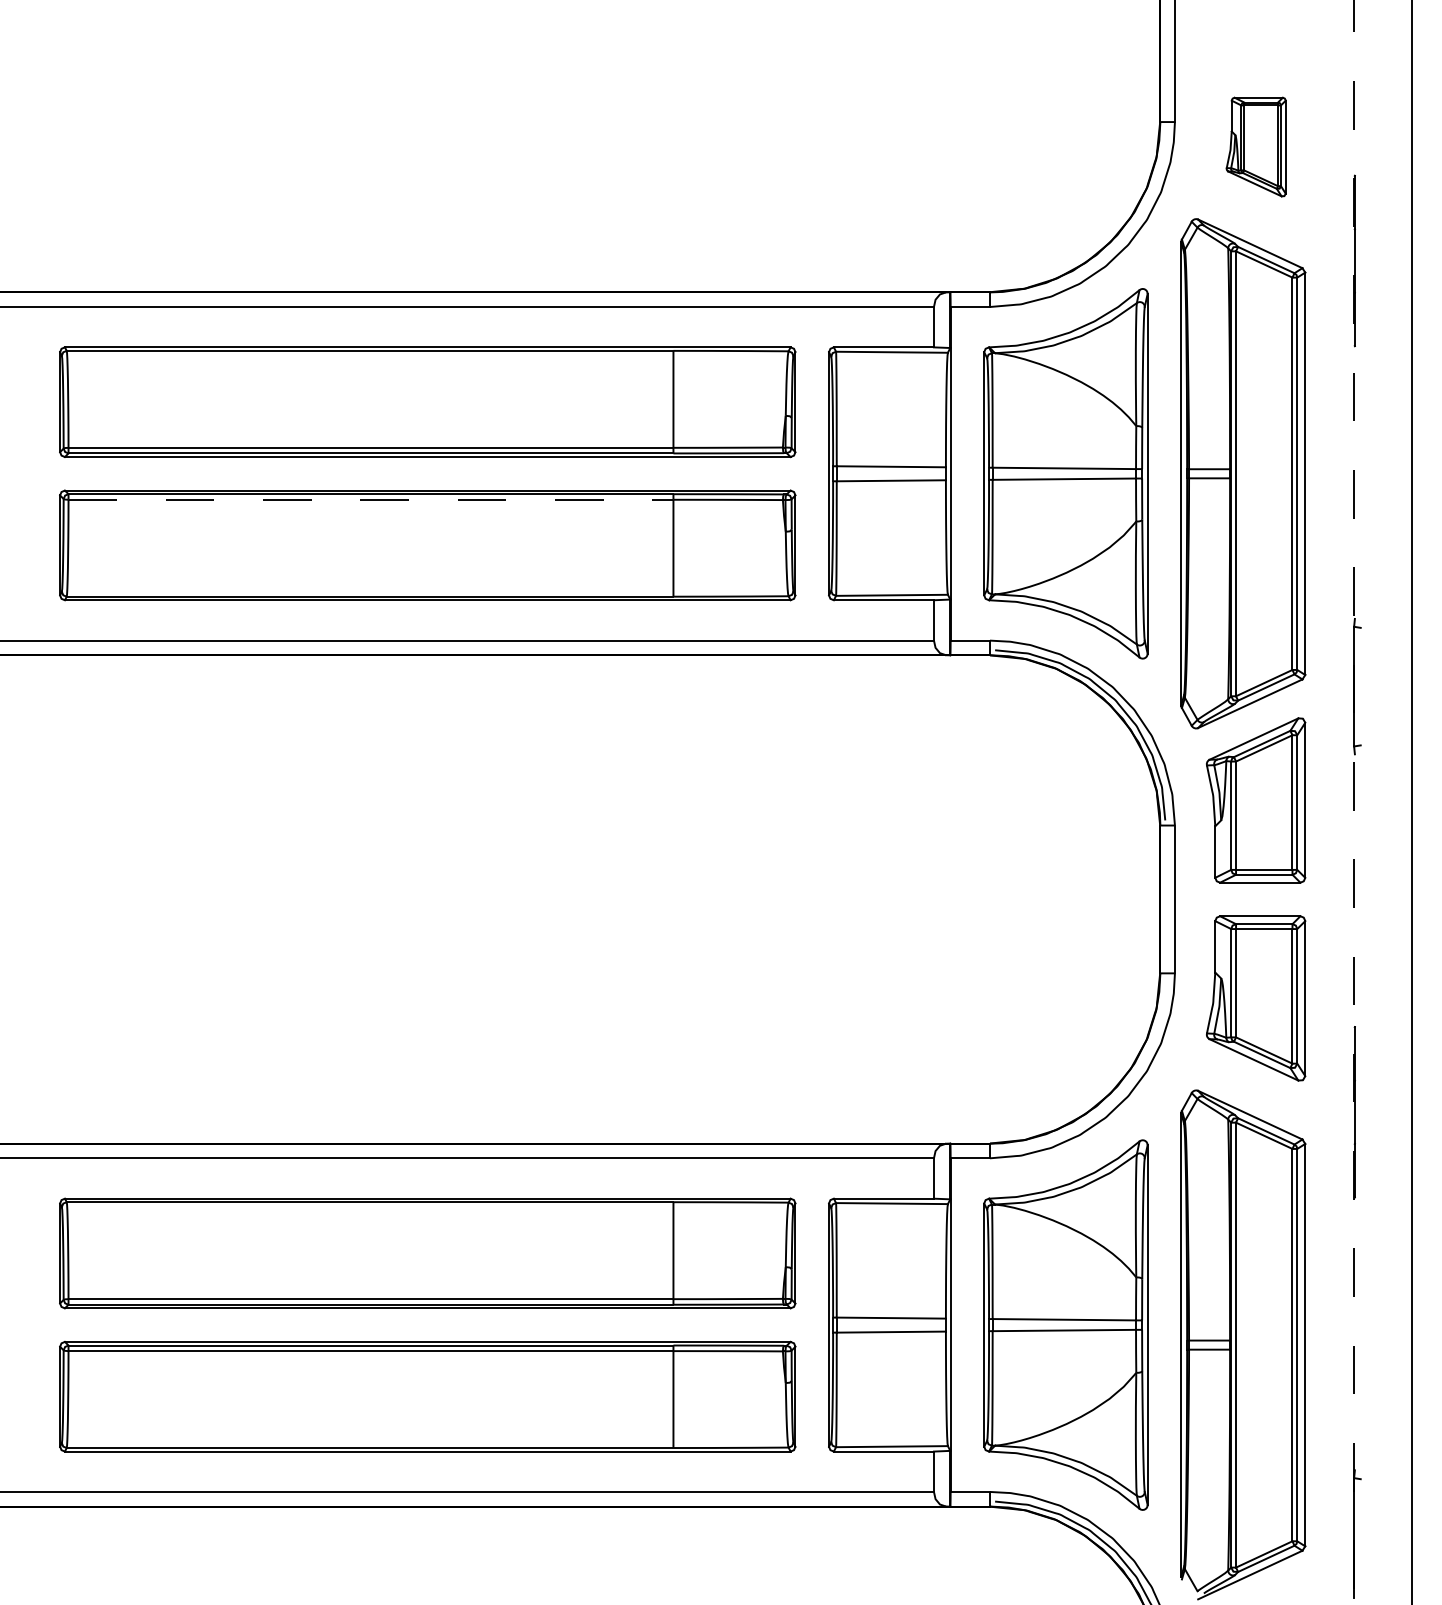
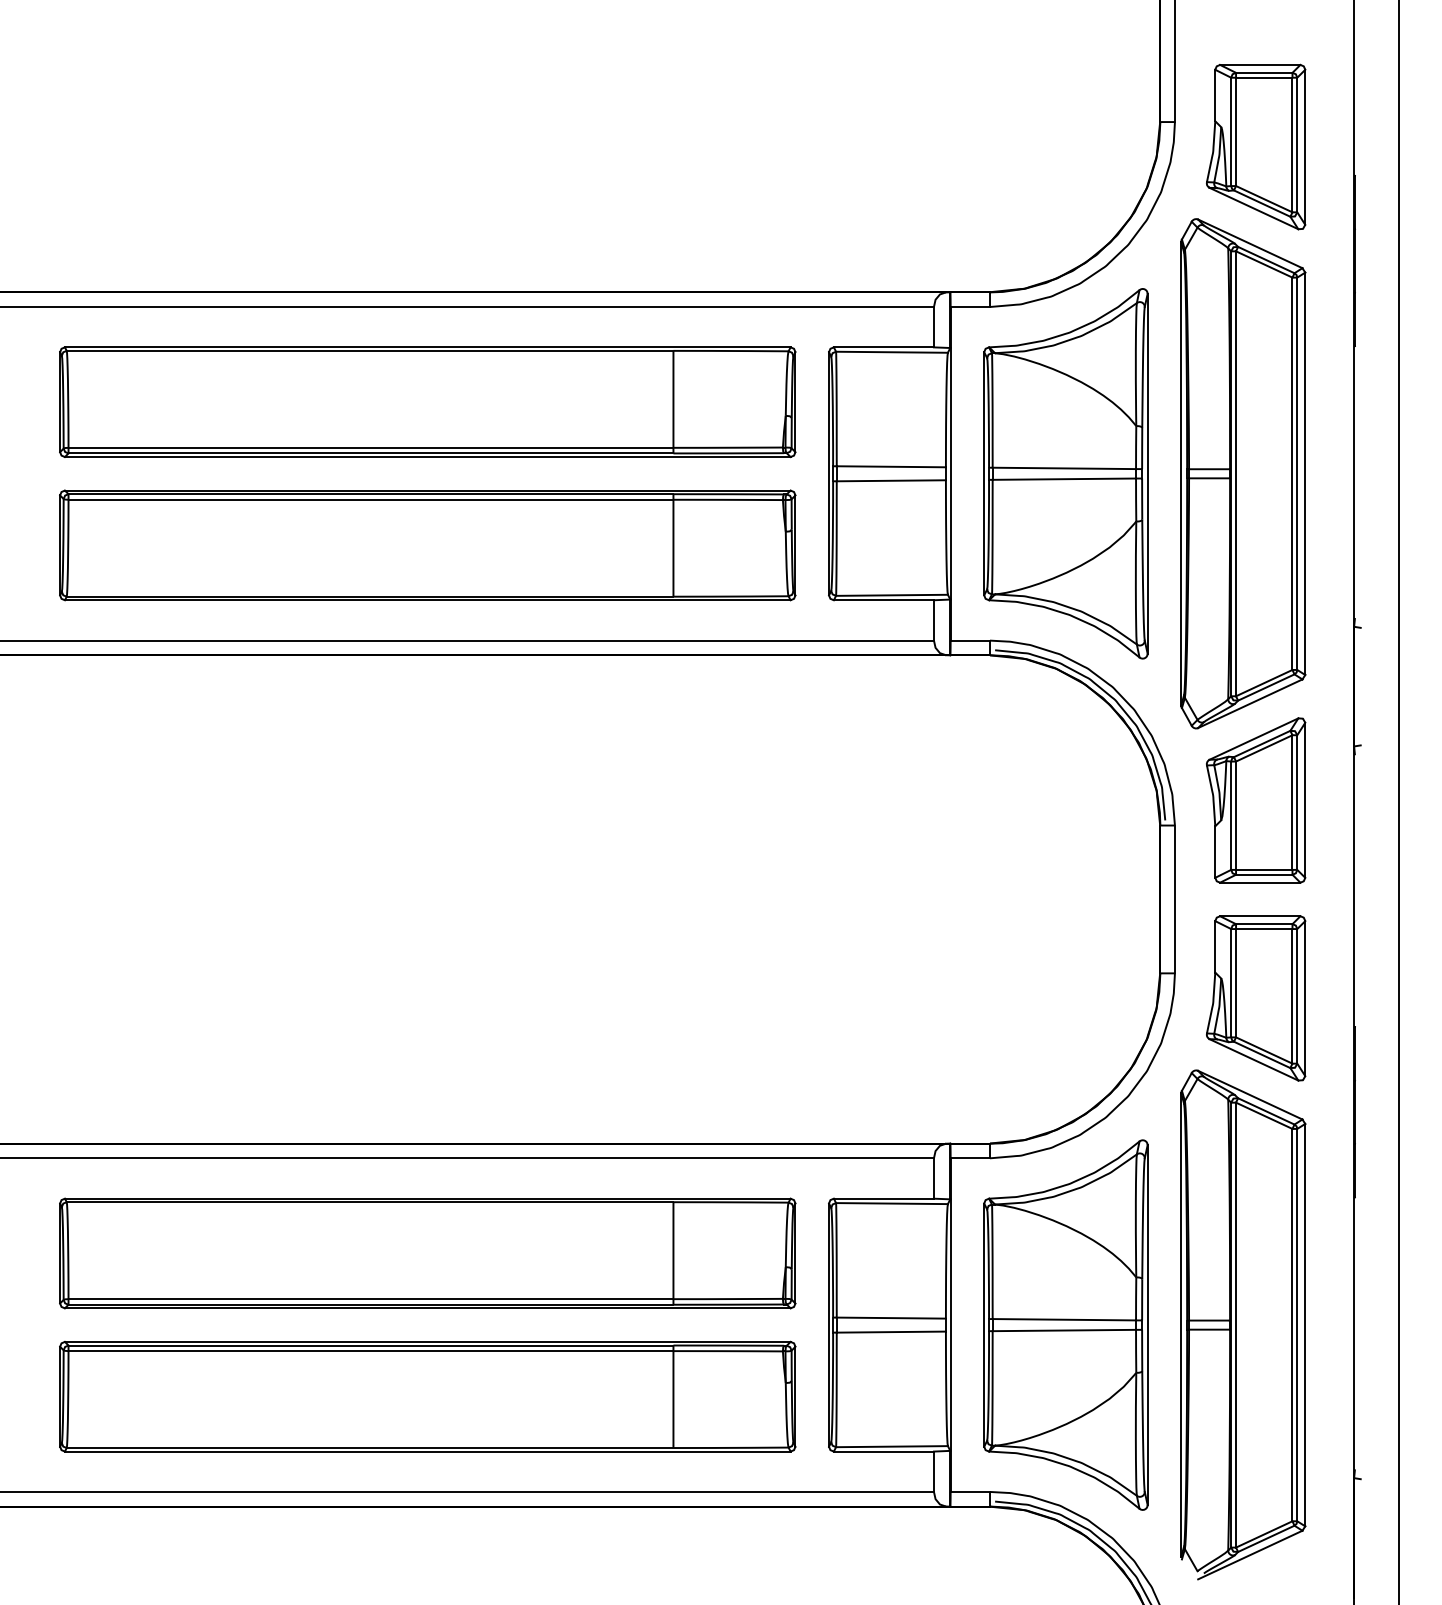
part at (1255, 146) size: 62x102 px -> 101x168 px
line at (371, 499): dashed -> solid
line at (1411, 801) position: (1411, 801) -> (1398, 801)
line at (1353, 802): dashed -> solid
part at (1243, 1344) position: (1243, 1344) -> (1243, 1324)
